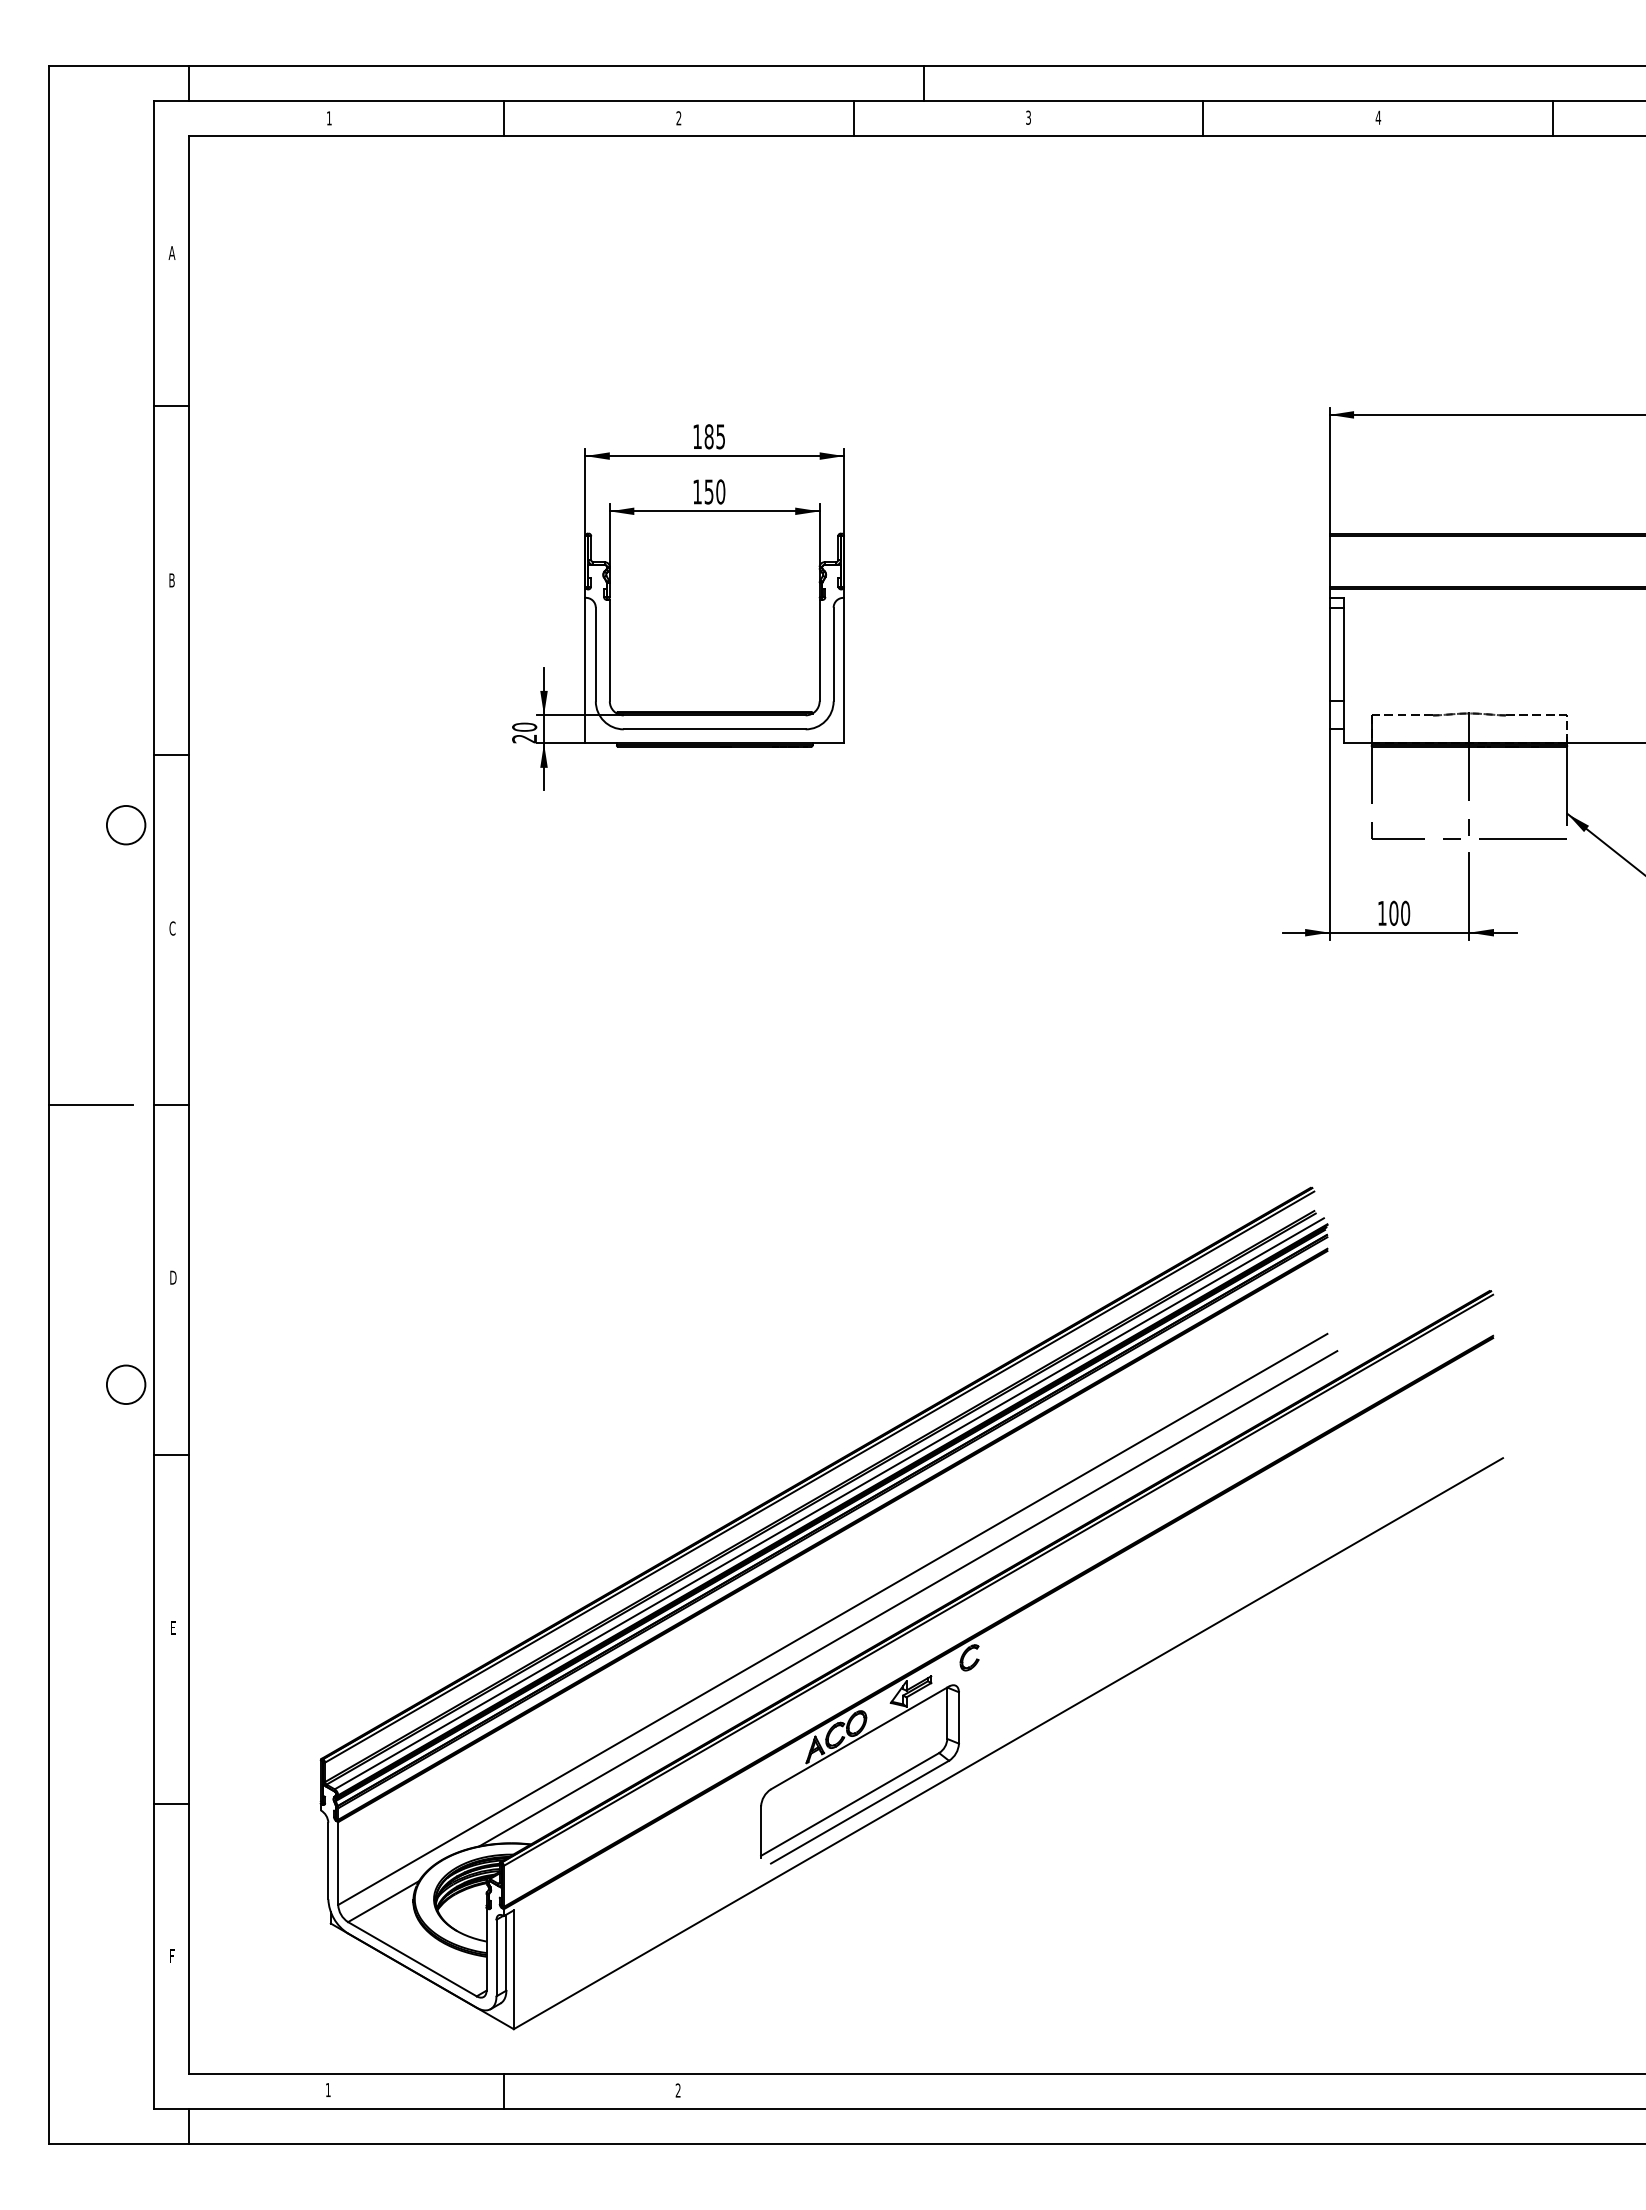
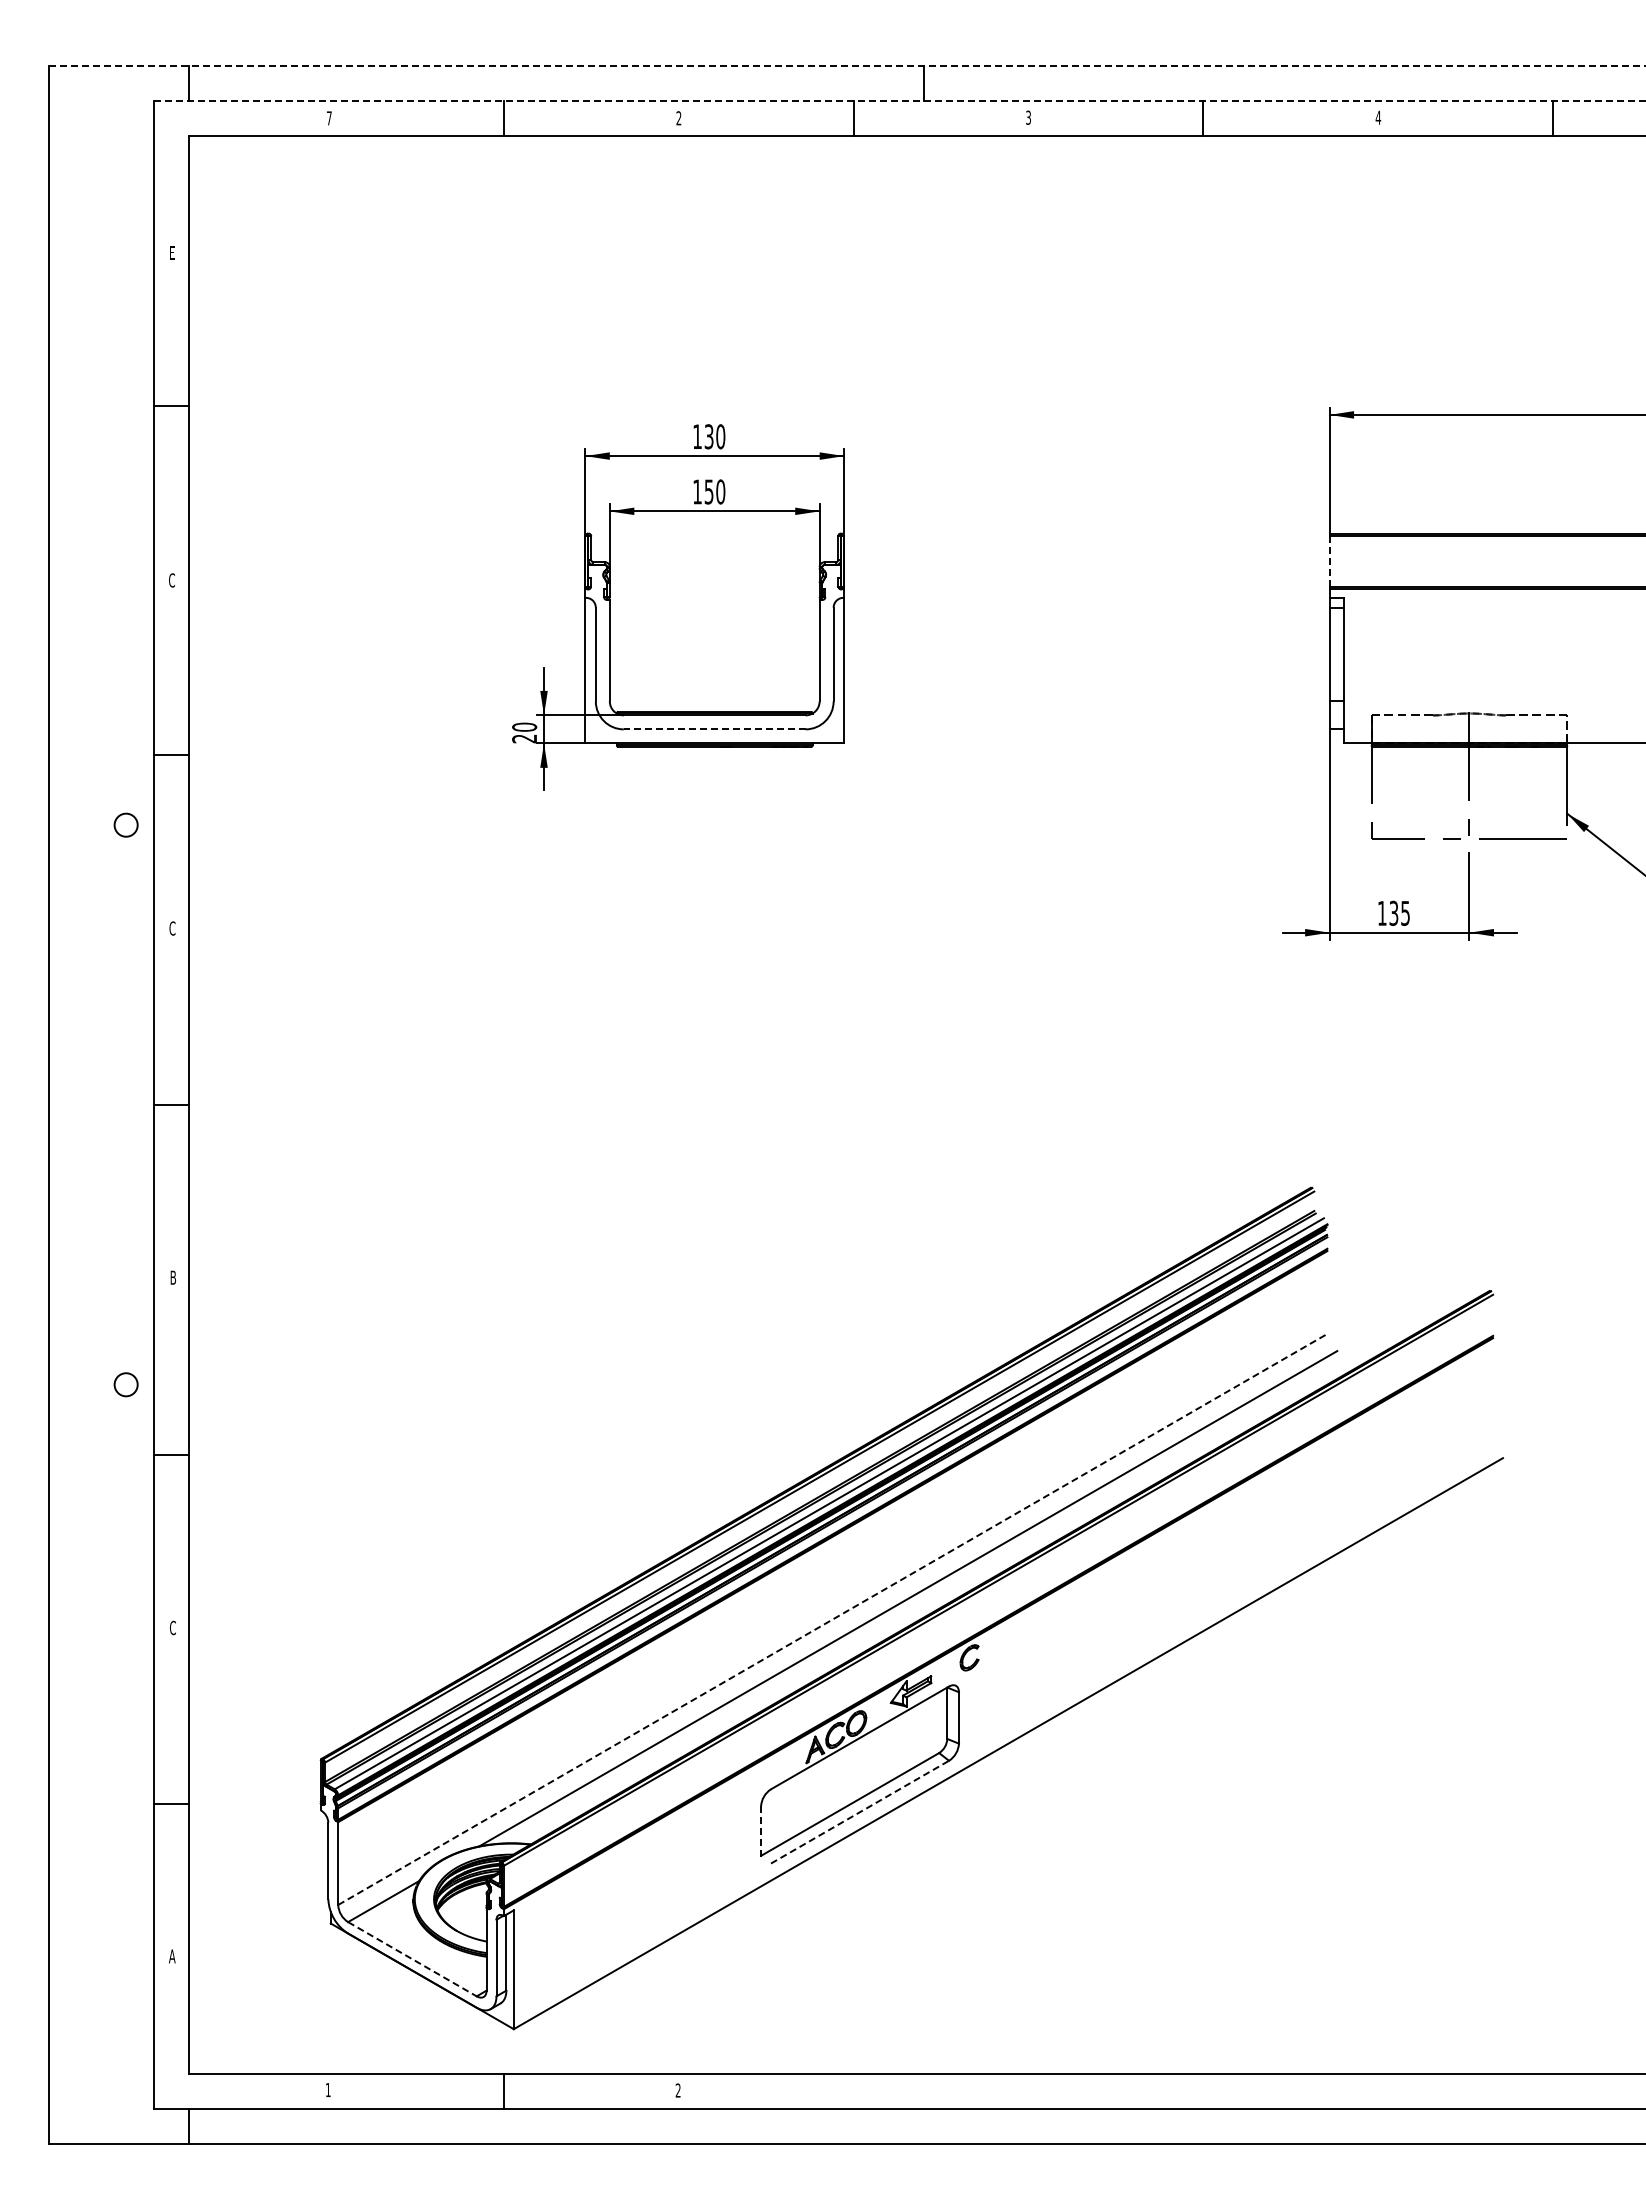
line at (847, 66): solid -> dashed
line at (900, 101): solid -> dashed
text at (329, 118): 1 -> 7
text at (171, 252): A -> E
text at (714, 436): 185 -> 130
line at (1329, 561): solid -> dashed
text at (171, 580): B -> C
line at (714, 729): solid -> dashed
circle at (125, 824) diameter: 38 px -> 23 px
text at (1399, 913): 100 -> 135
line at (91, 1105): present -> none
text at (173, 1277): D -> B
circle at (125, 1384) diameter: 38 px -> 23 px
line at (833, 1619): solid -> dashed
text at (172, 1627): E -> C
line at (860, 1812): solid -> dashed
line at (761, 1832): solid -> dashed
text at (172, 1956): F -> A
line at (412, 1959): solid -> dashed
